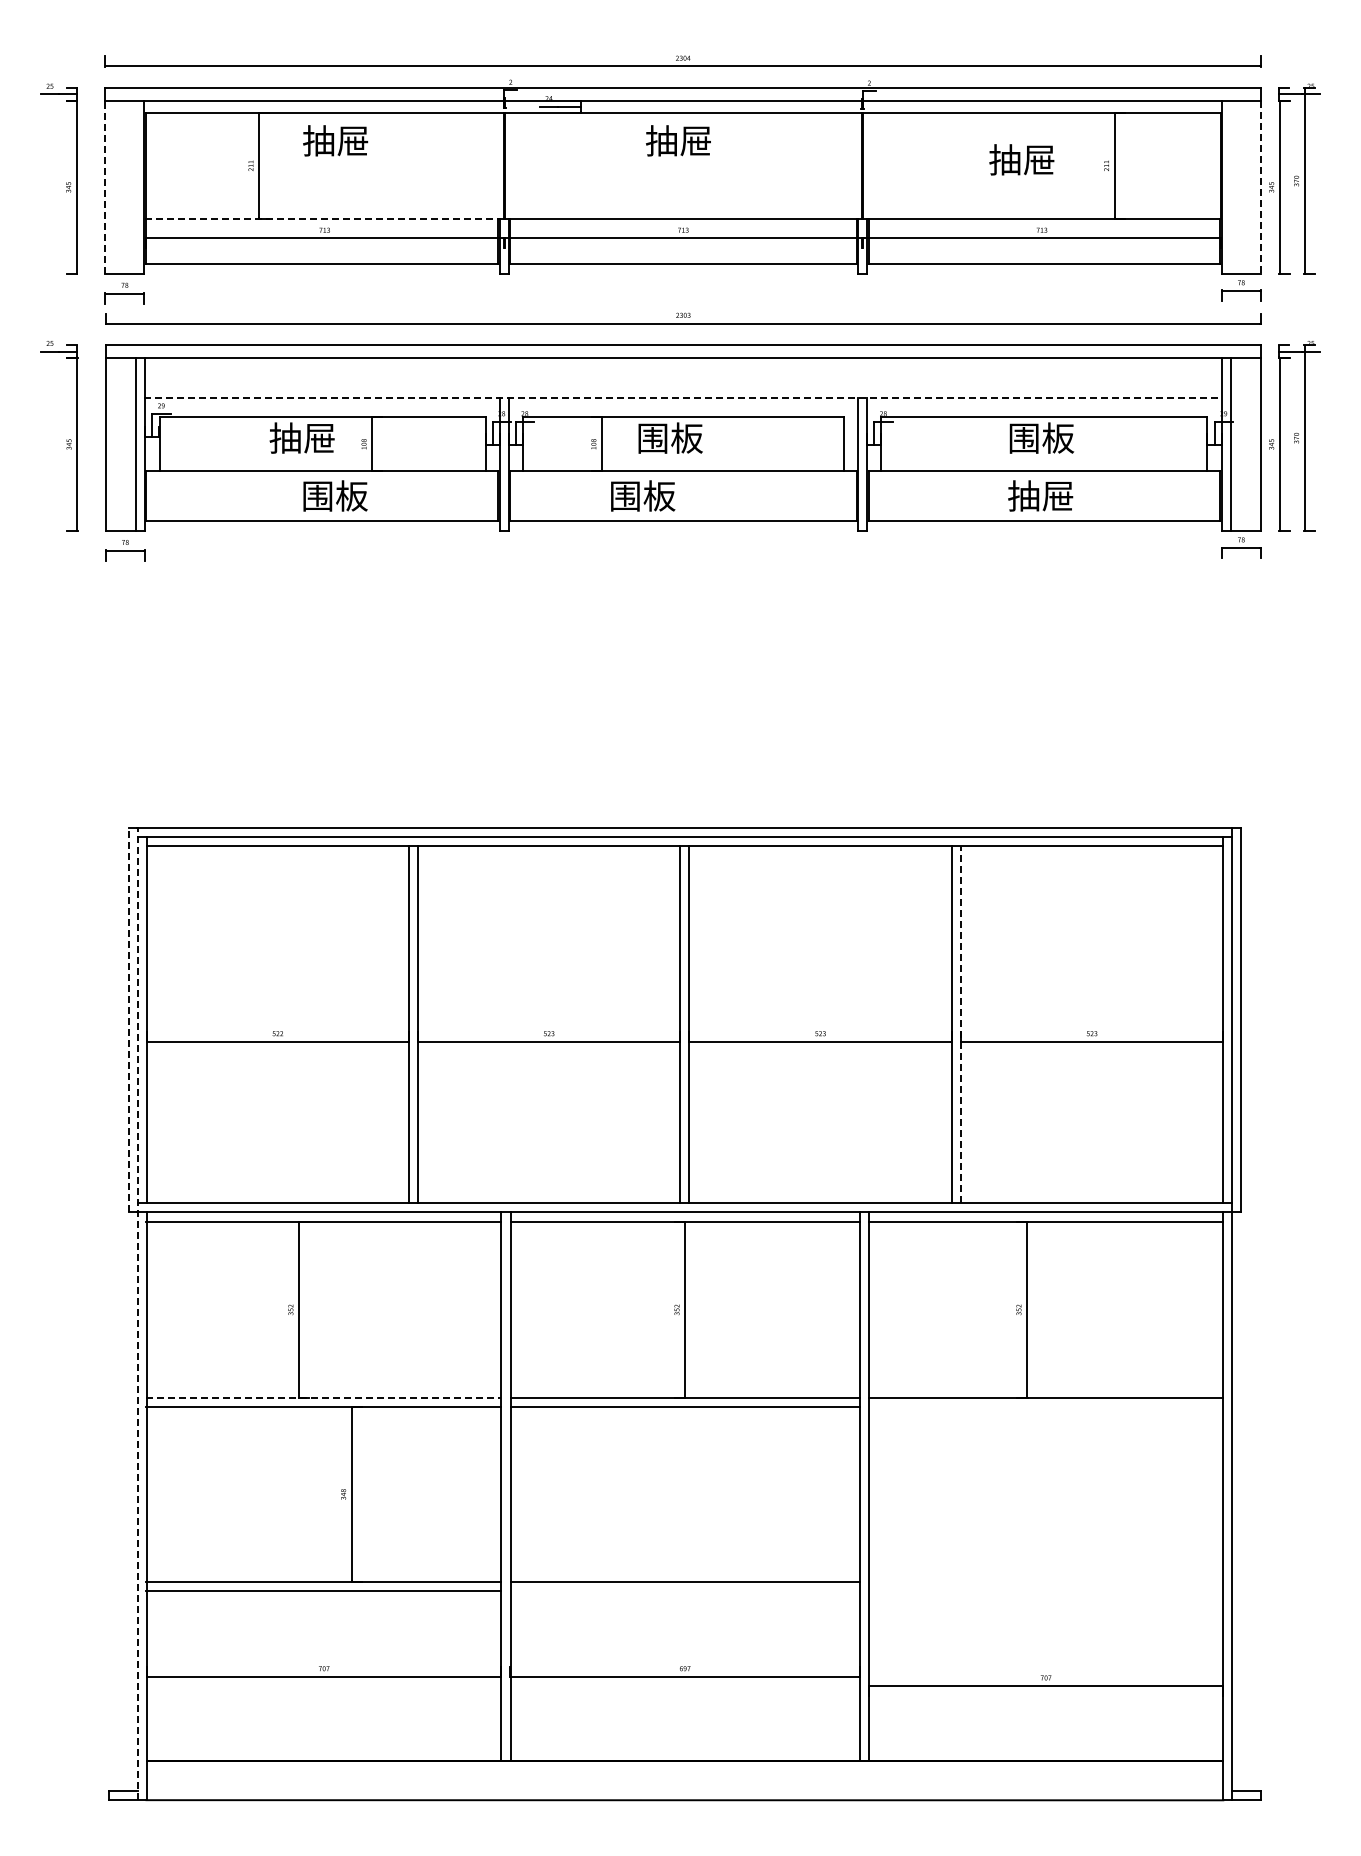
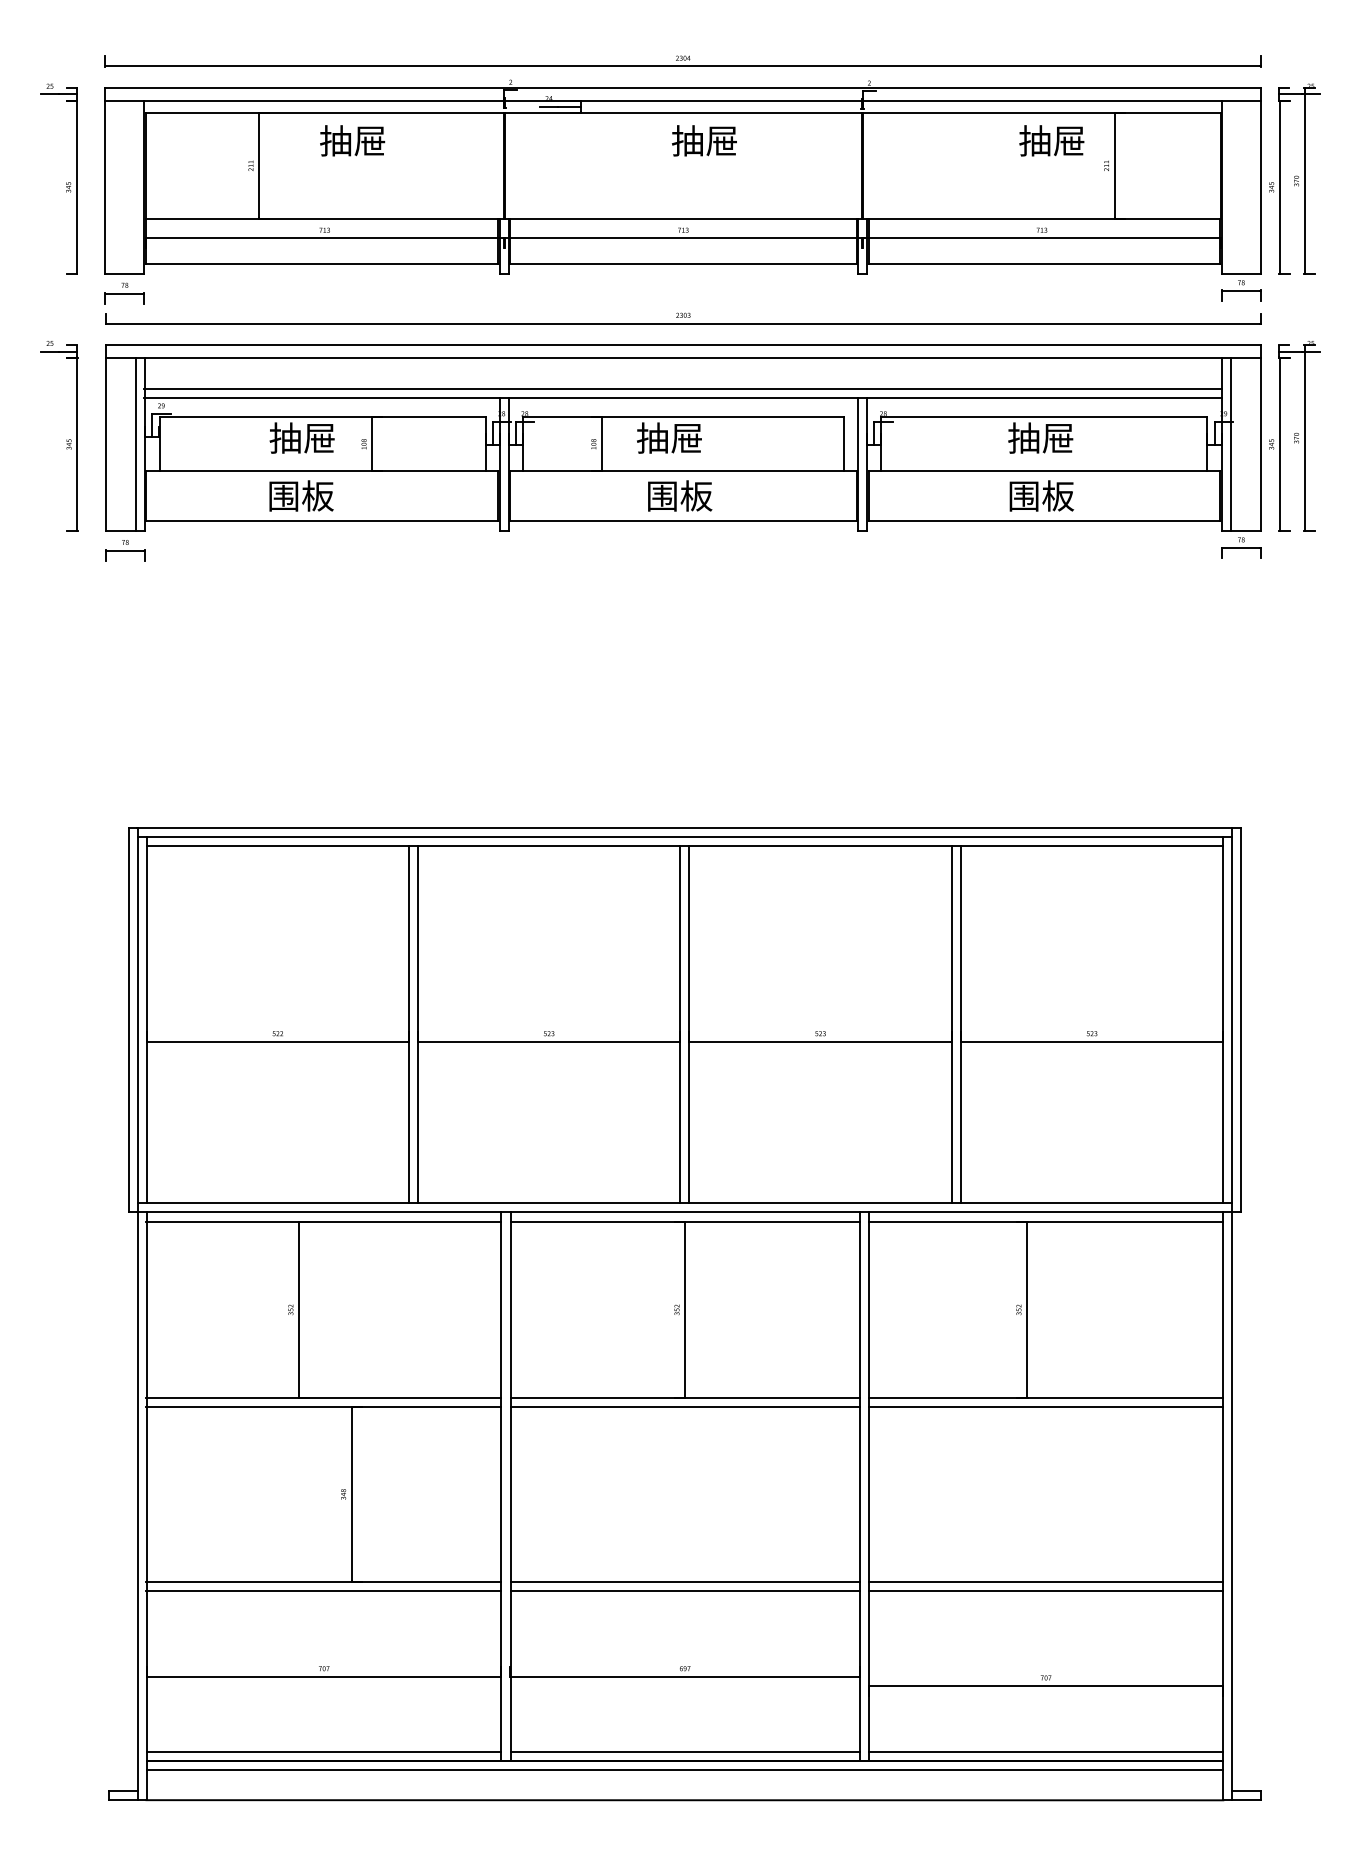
text at (335, 140) position: (335, 140) -> (352, 140)
text at (678, 140) position: (678, 140) -> (704, 140)
text at (1021, 159) position: (1021, 159) -> (1051, 140)
line at (105, 187): dashed -> solid
line at (1260, 187): dashed -> solid
line at (324, 218): dashed -> solid
line at (682, 388): none -> present
line at (683, 397): dashed -> solid
text at (669, 437): 围板 -> 抽屉
text at (1041, 437): 围板 -> 抽屉
text at (335, 495) position: (335, 495) -> (301, 495)
text at (643, 495) position: (643, 495) -> (680, 495)
text at (1041, 495): 抽屉 -> 围板
line at (128, 1019): dashed -> solid
line at (960, 1024): dashed -> solid
line at (137, 1313): dashed -> solid
line at (323, 1398): dashed -> solid
line at (1045, 1407): none -> present
line at (1045, 1581): none -> present
line at (684, 1590): none -> present
line at (1045, 1590): none -> present
line at (323, 1752): none -> present
line at (684, 1752): none -> present
line at (1045, 1752): none -> present
line at (684, 1770): none -> present
